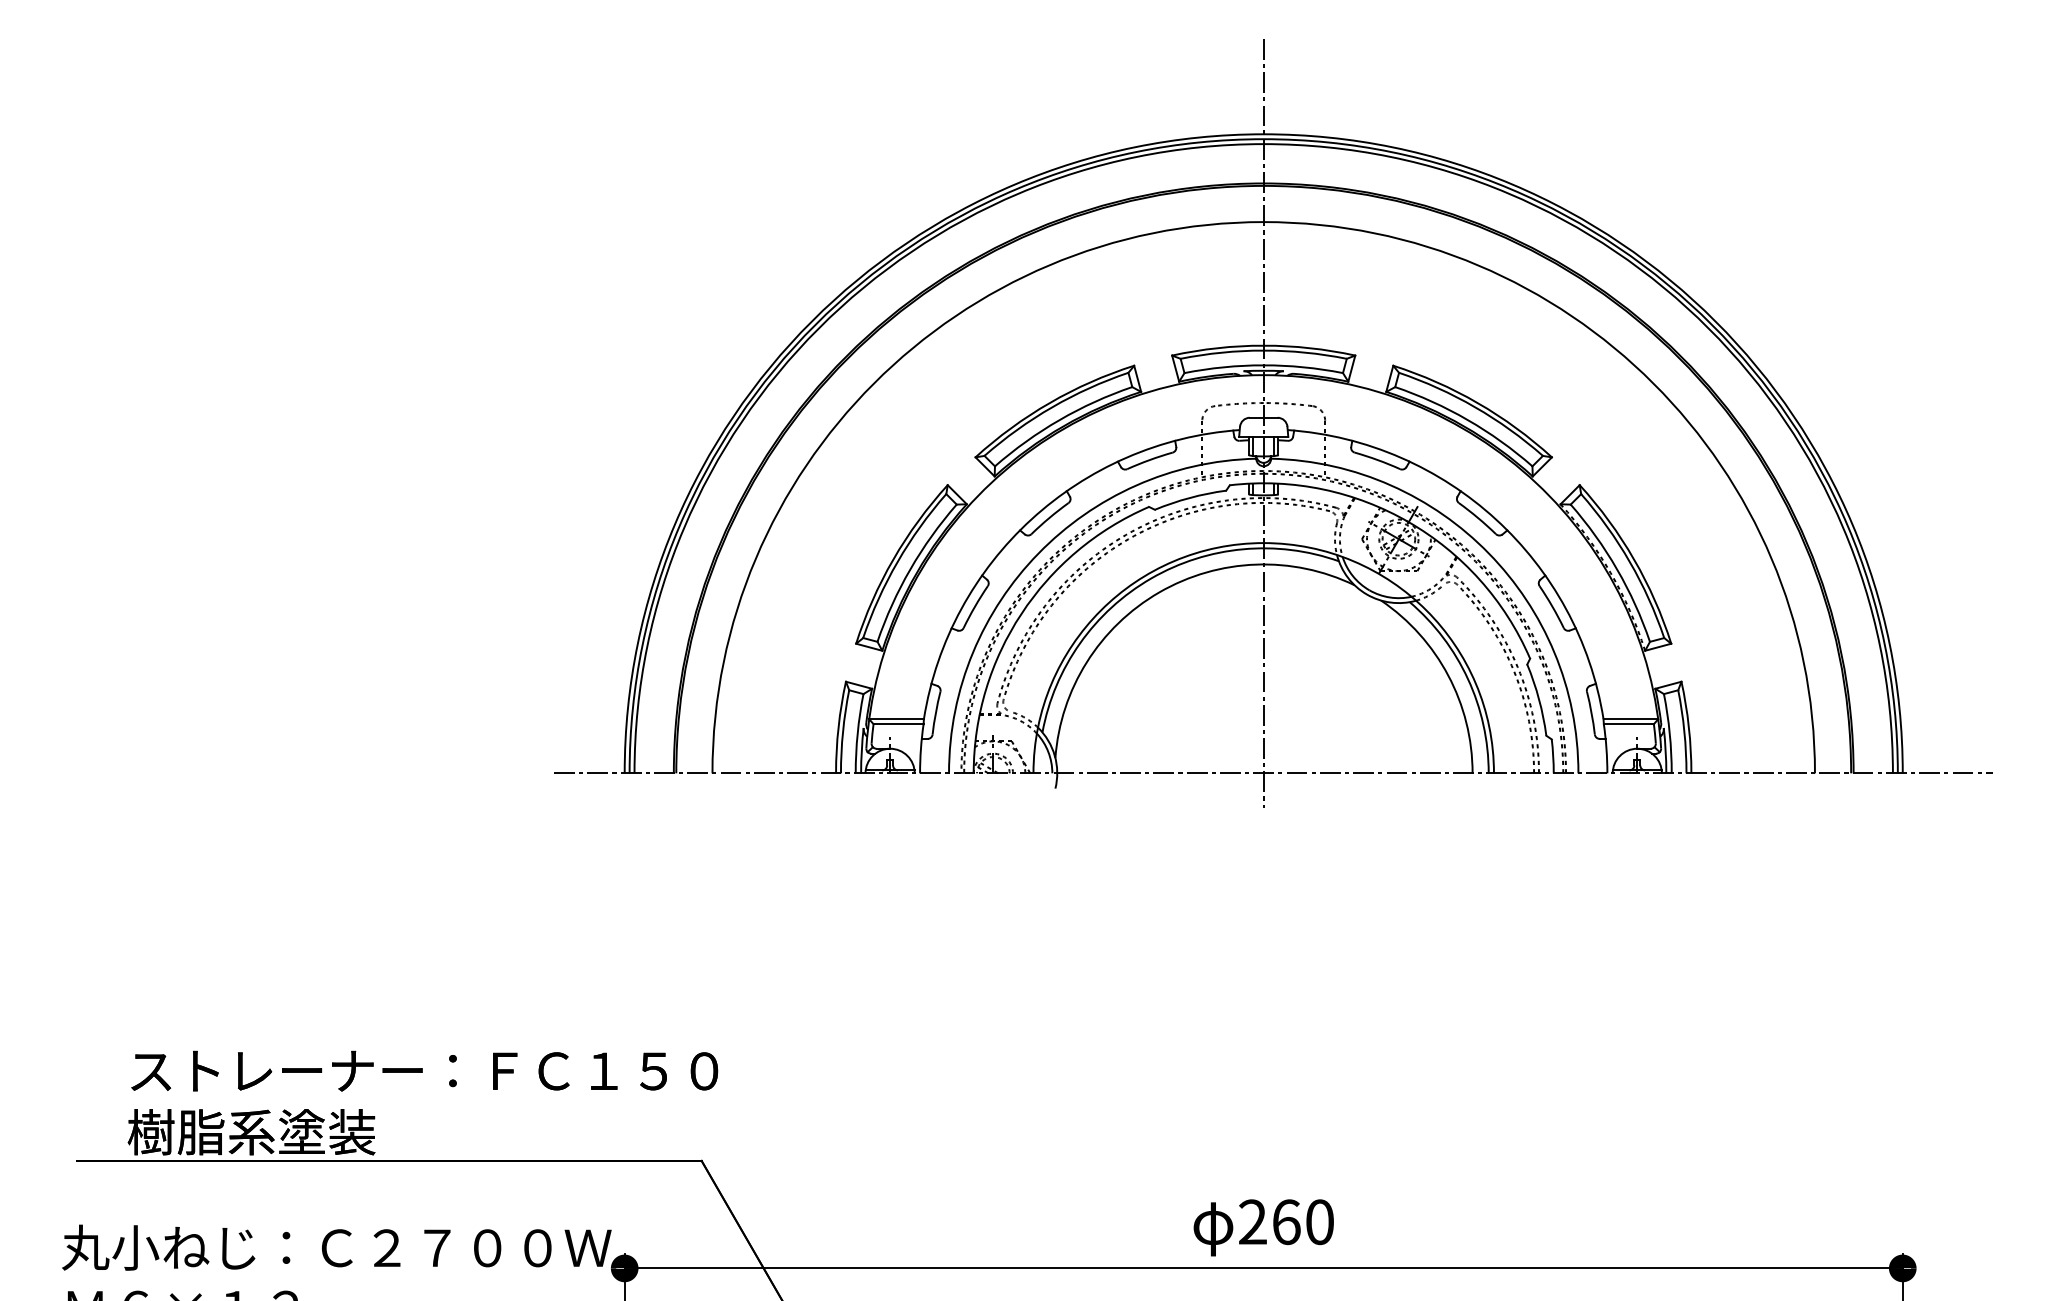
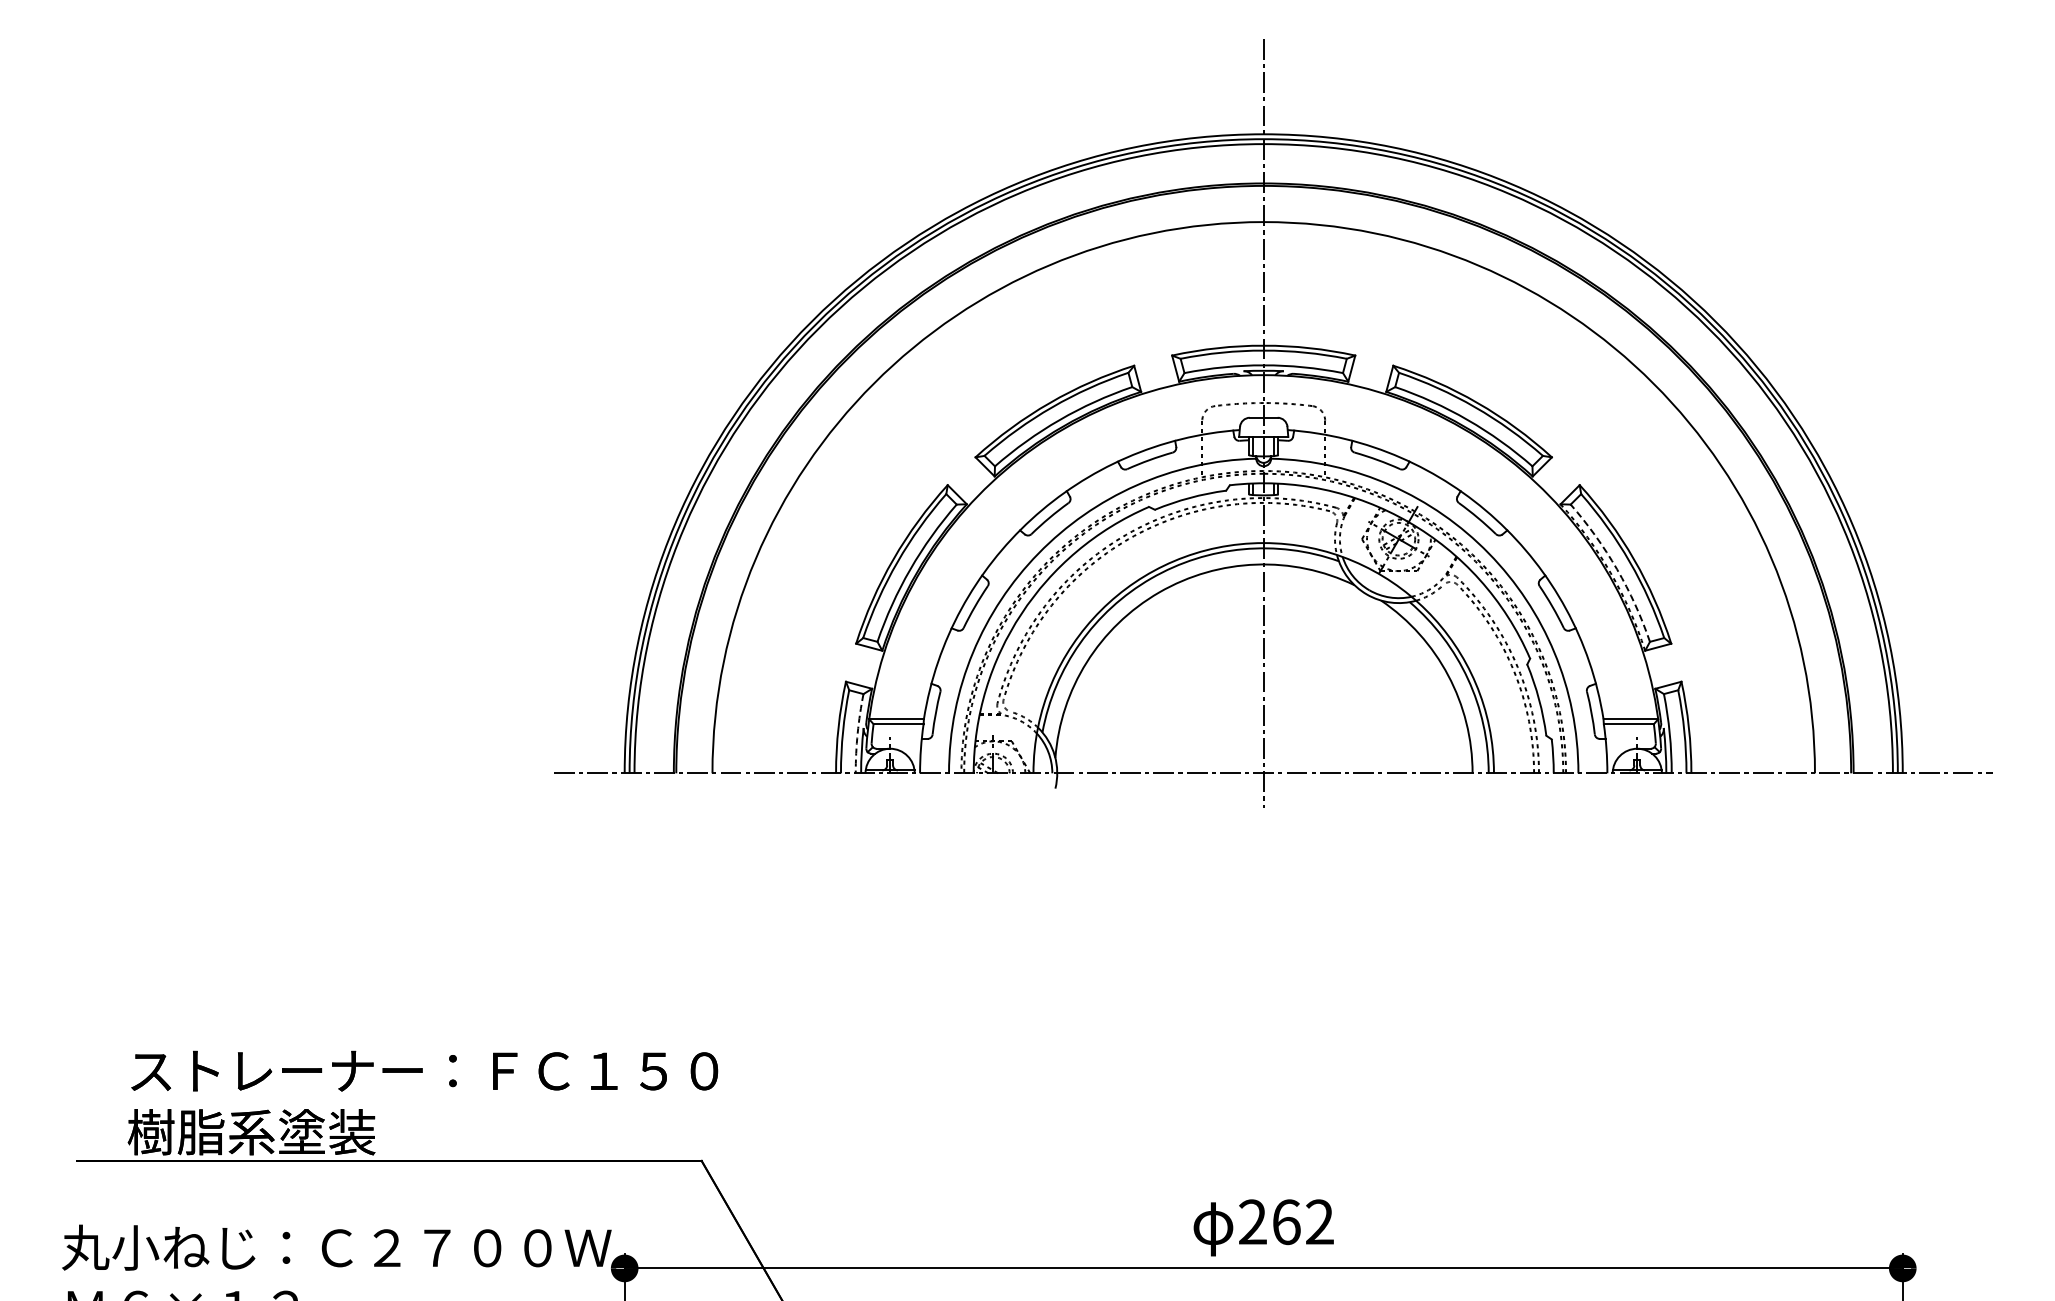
arc at (1617, 569): solid -> dashed
arc at (857, 733): solid -> dashed
text at (1319, 1222): 260 -> 262
